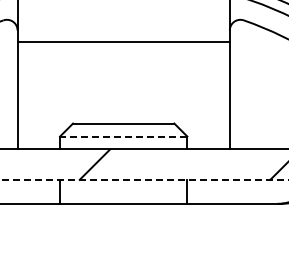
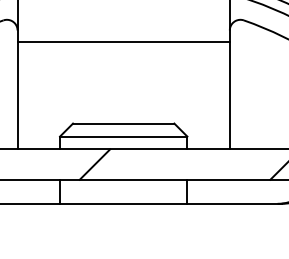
line at (123, 136): dashed -> solid
line at (144, 180): dashed -> solid
